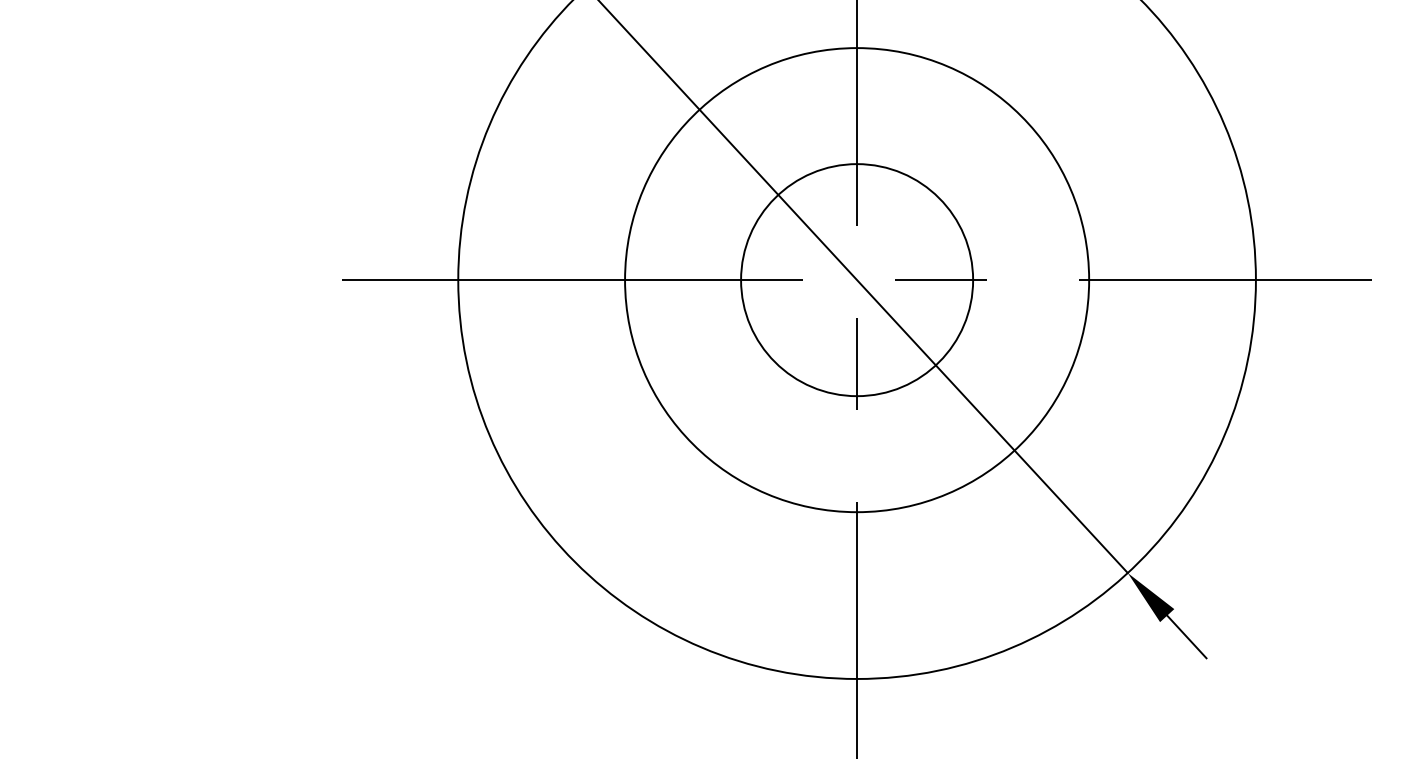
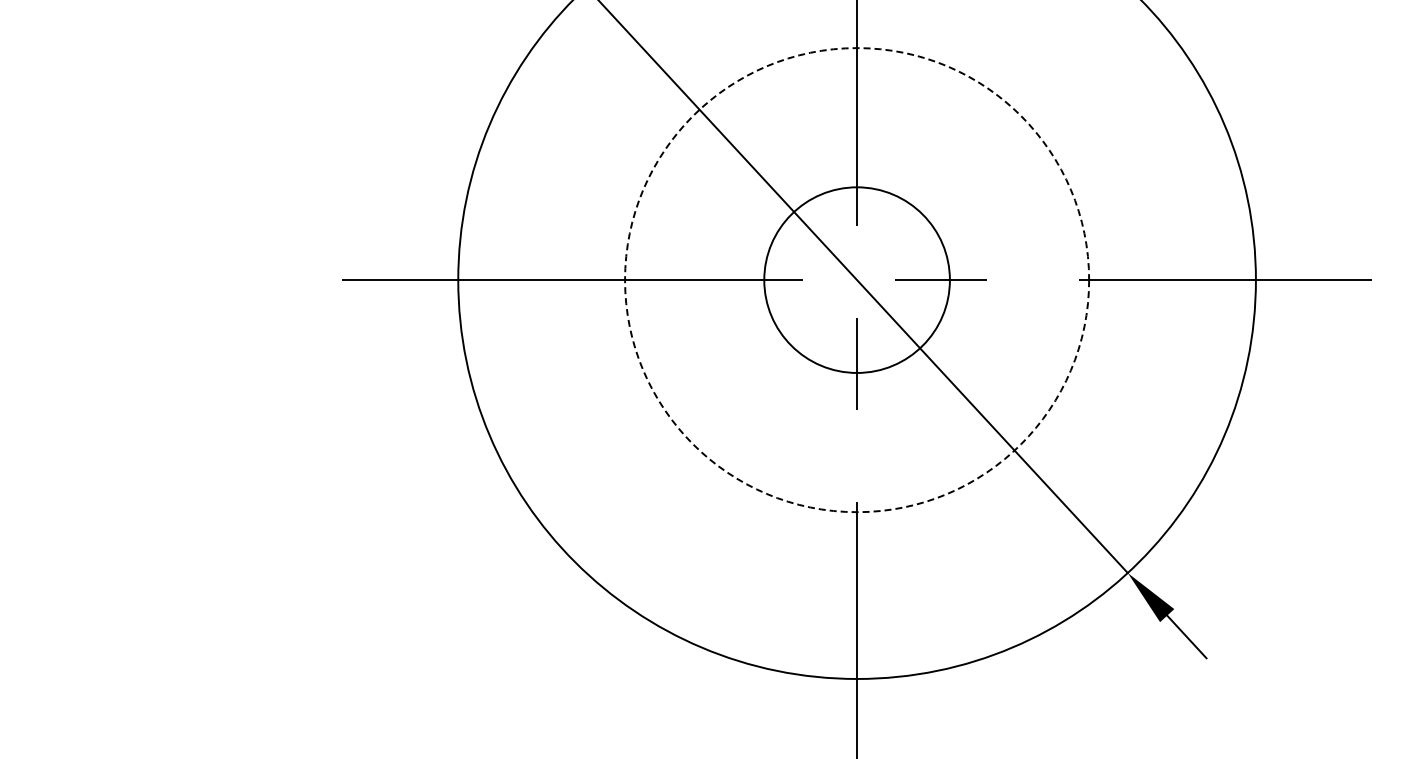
circle at (857, 280) diameter: 232 px -> 186 px
circle at (857, 280): solid -> dashed
